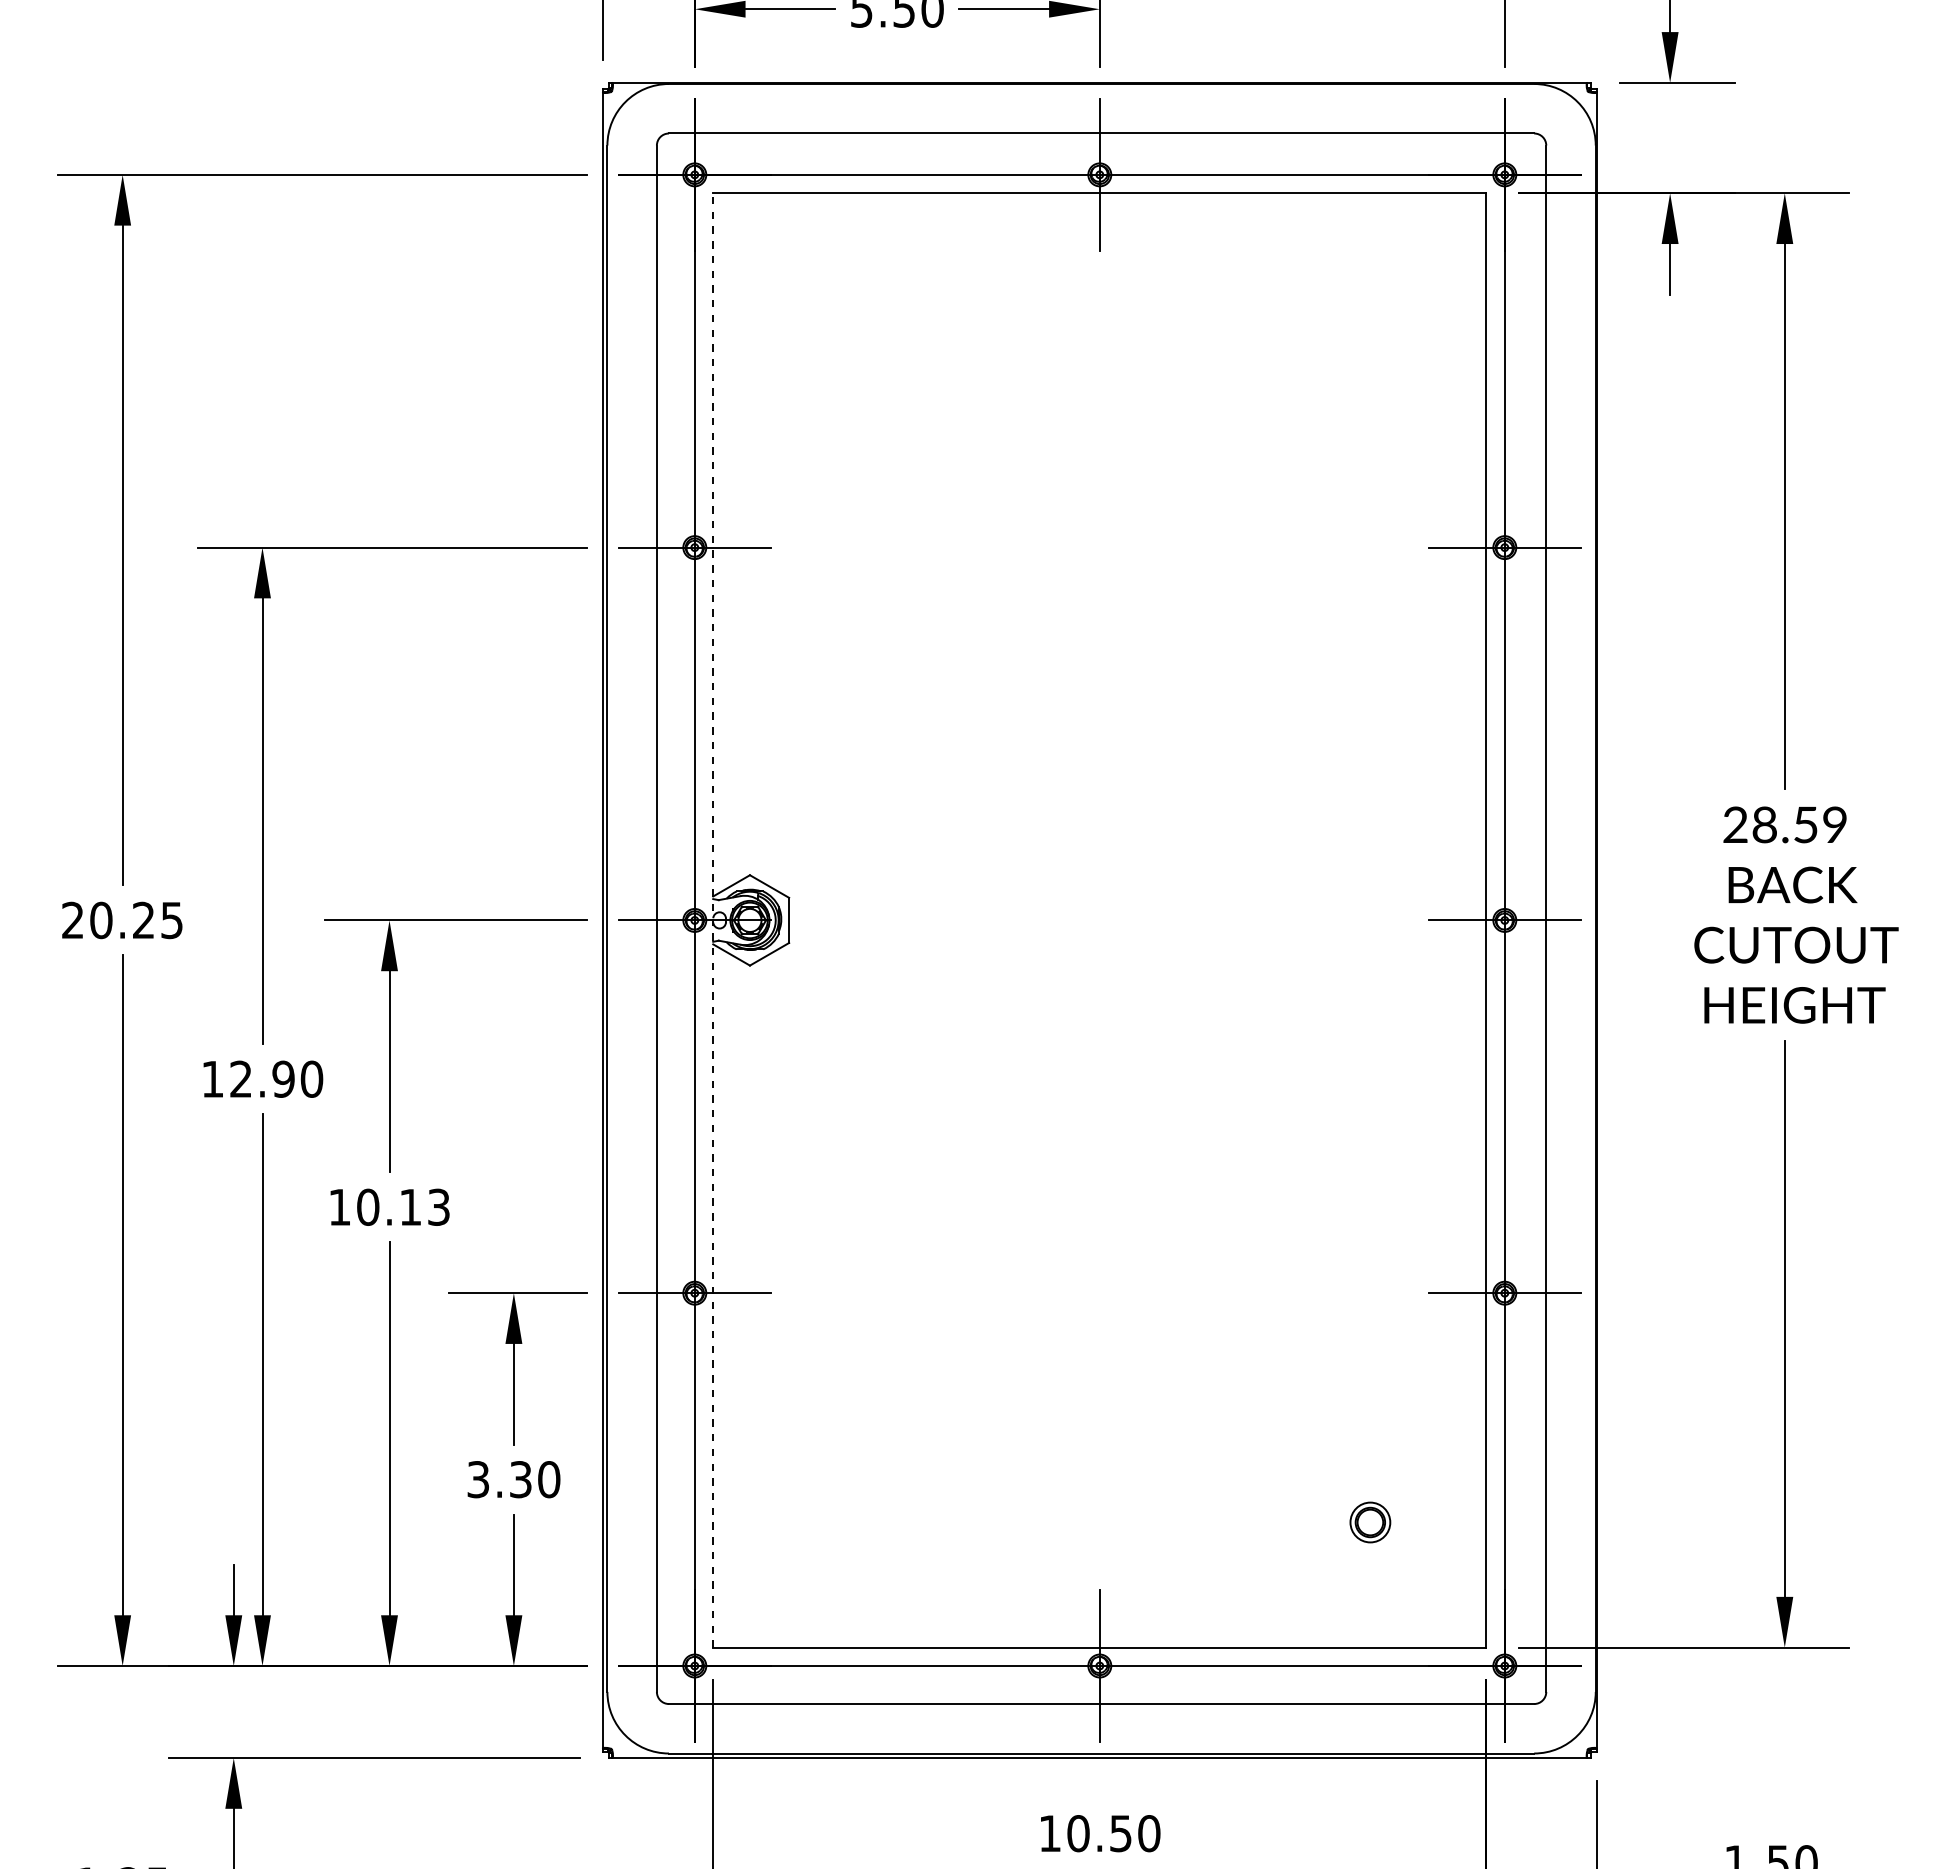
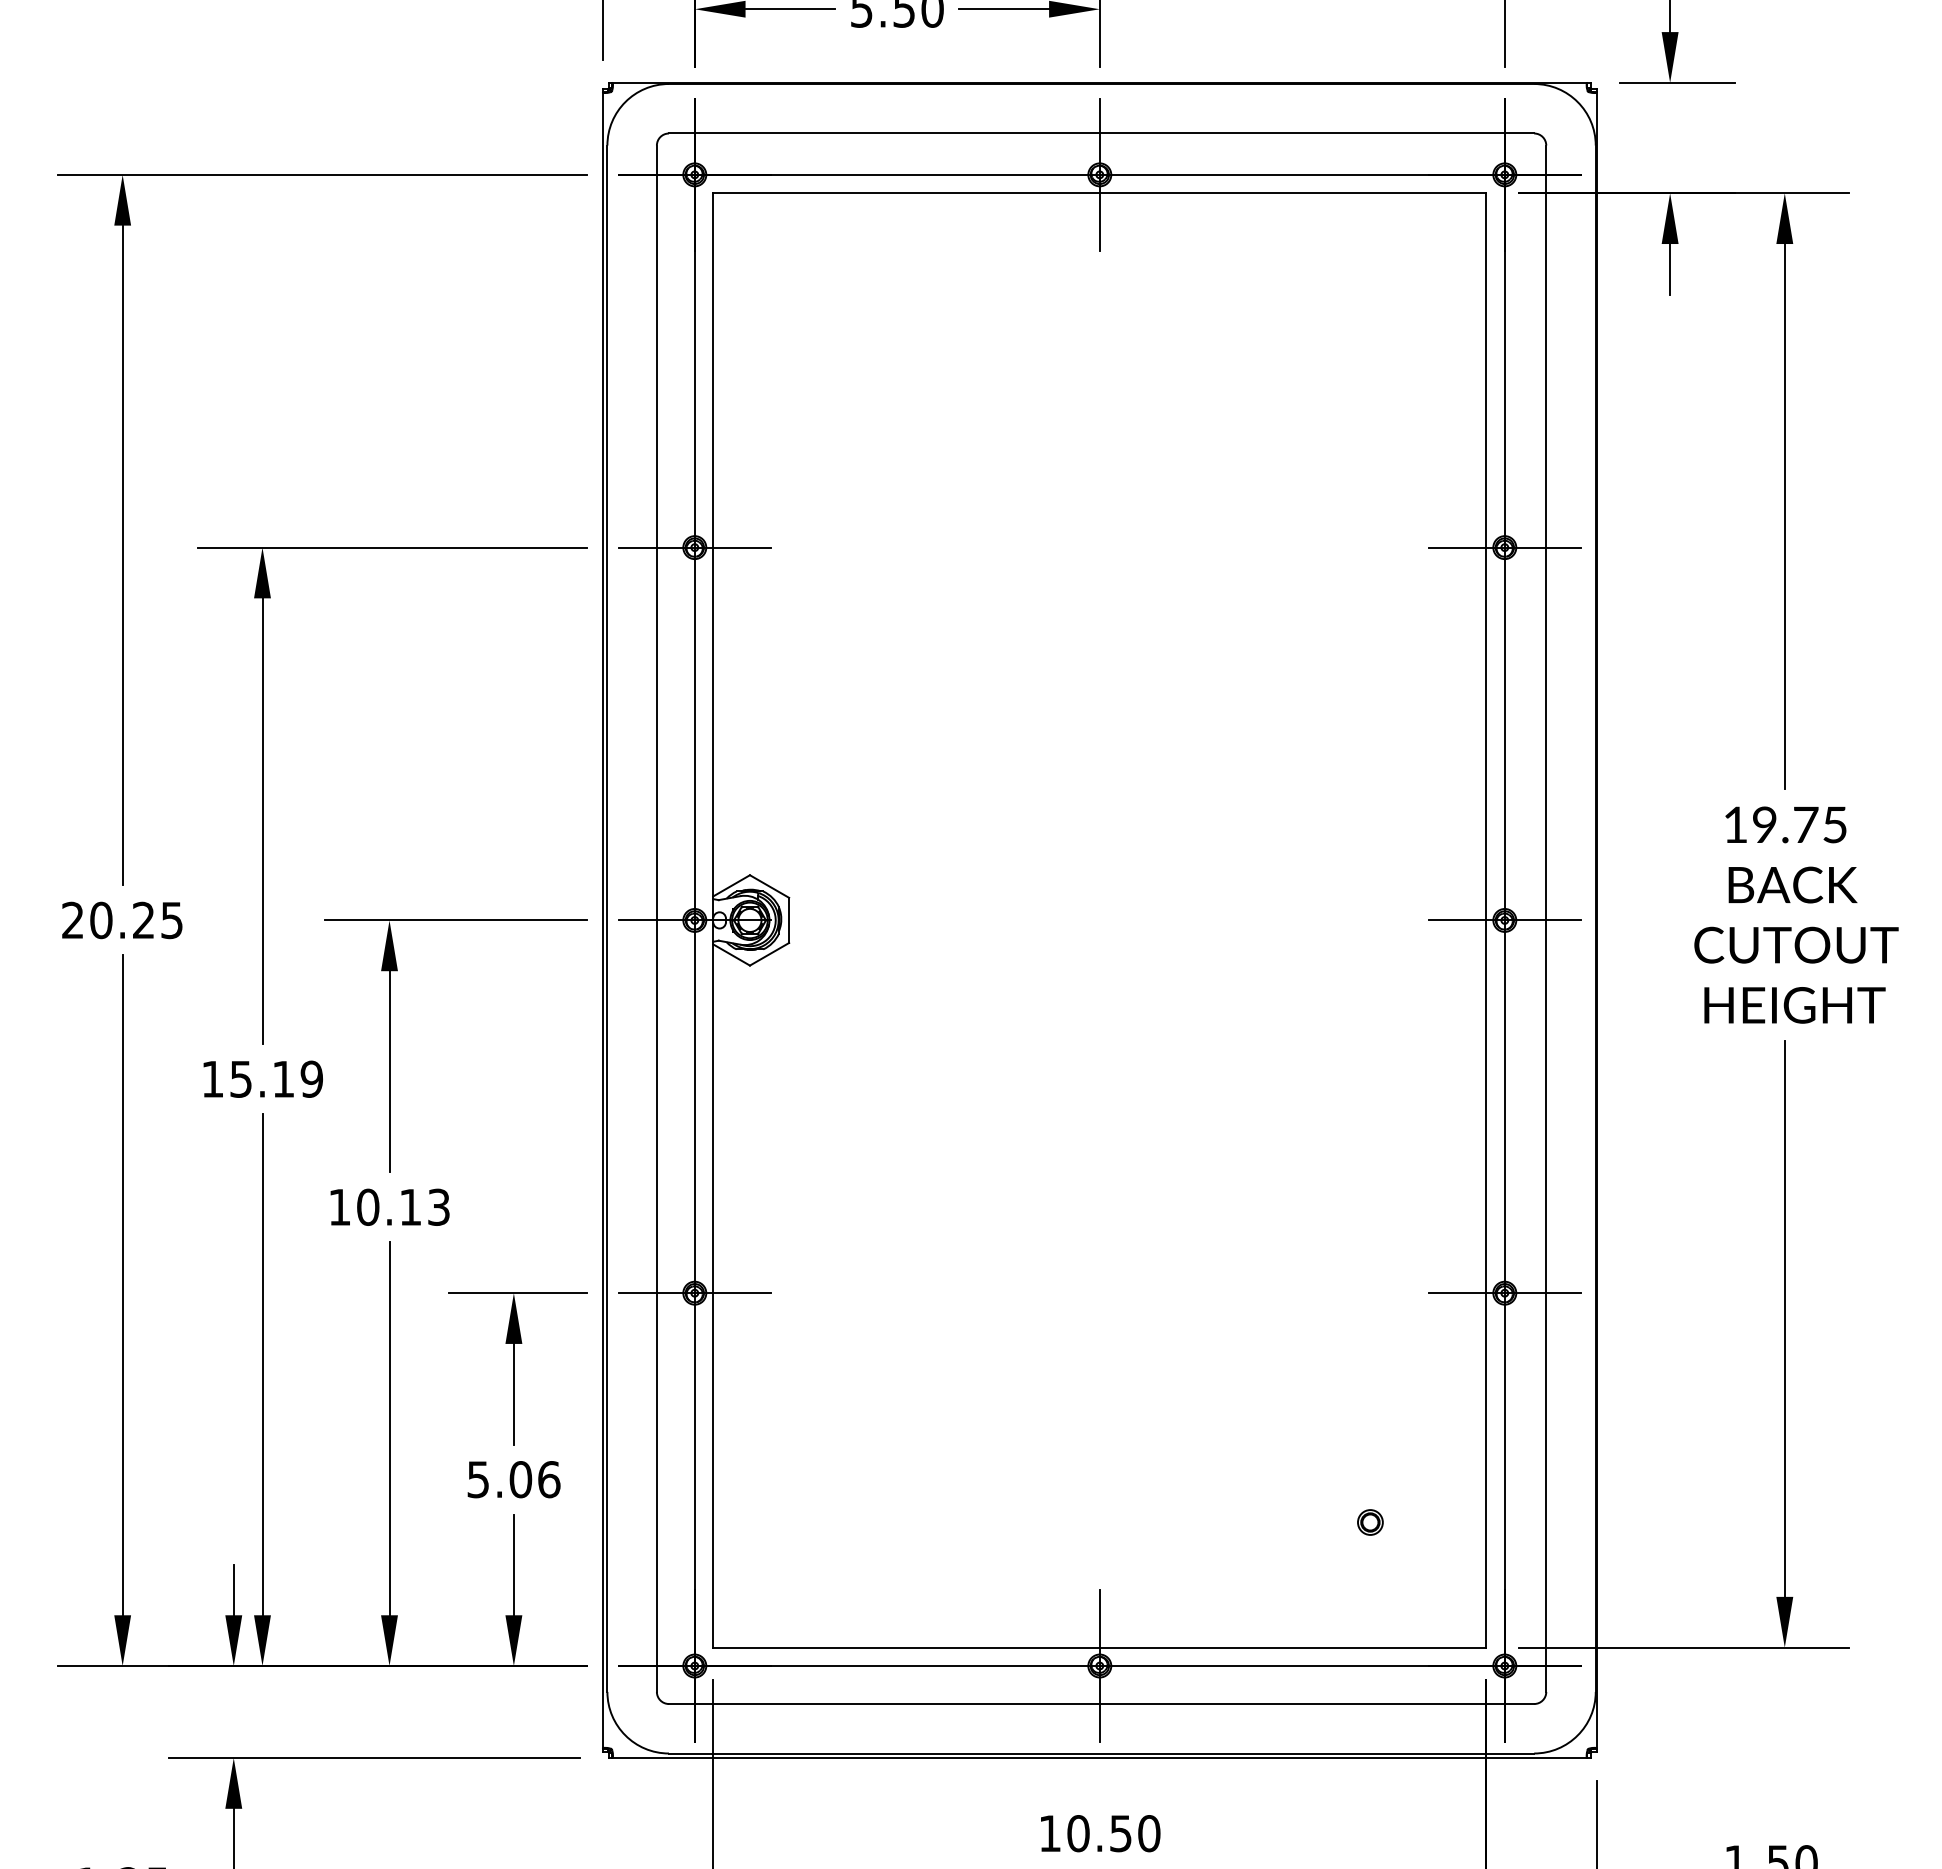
text at (1784, 824): 28.59 -> 19.75
line at (713, 919): dashed -> solid
text at (276, 1078): 12.90 -> 15.19
text at (514, 1479): 3.30 -> 5.06
part at (1370, 1522) size: 43x43 px -> 27x27 px
